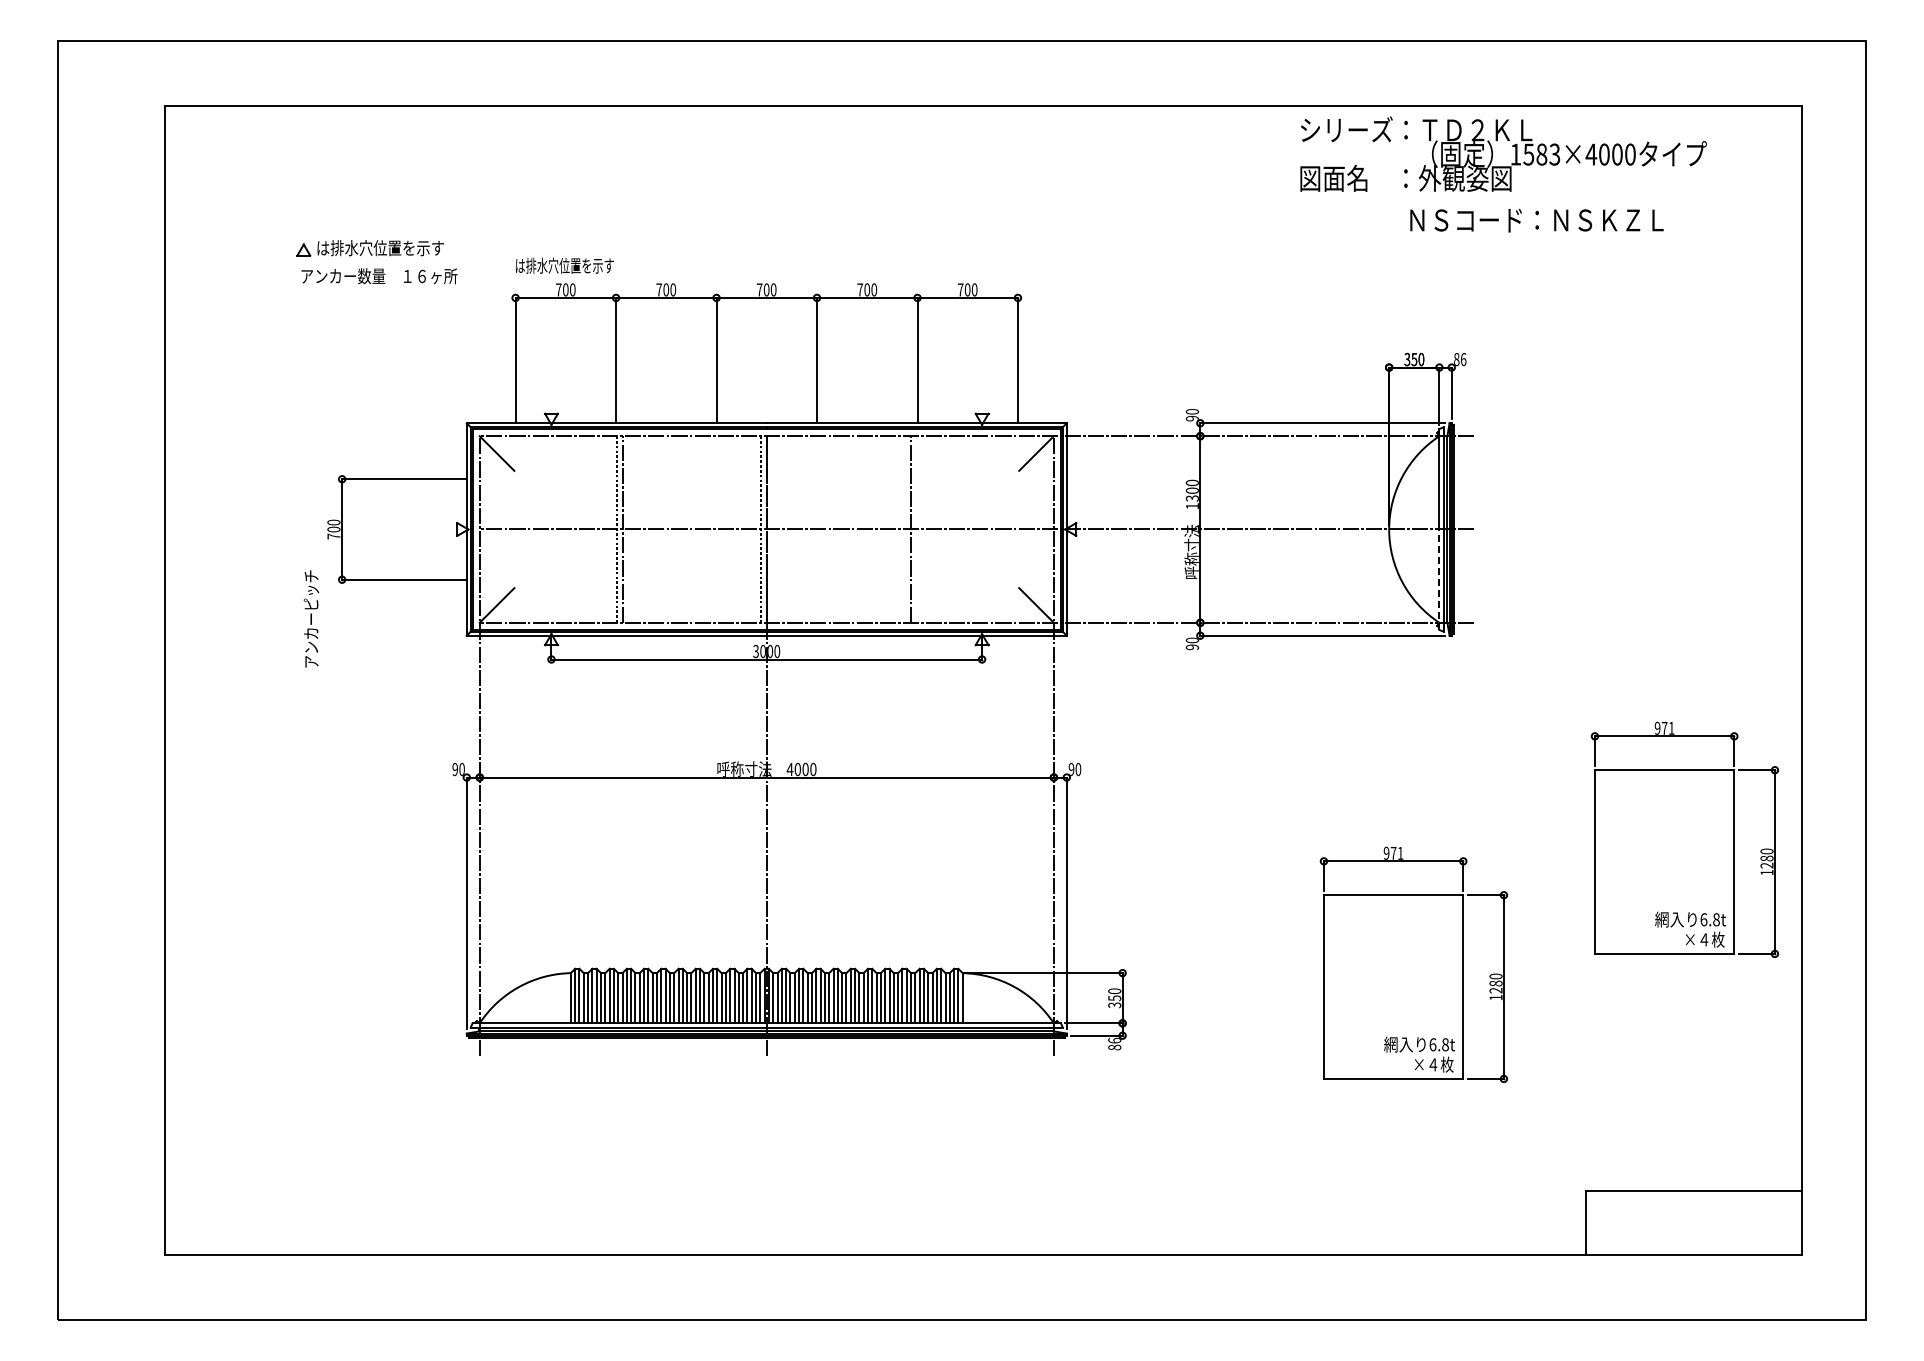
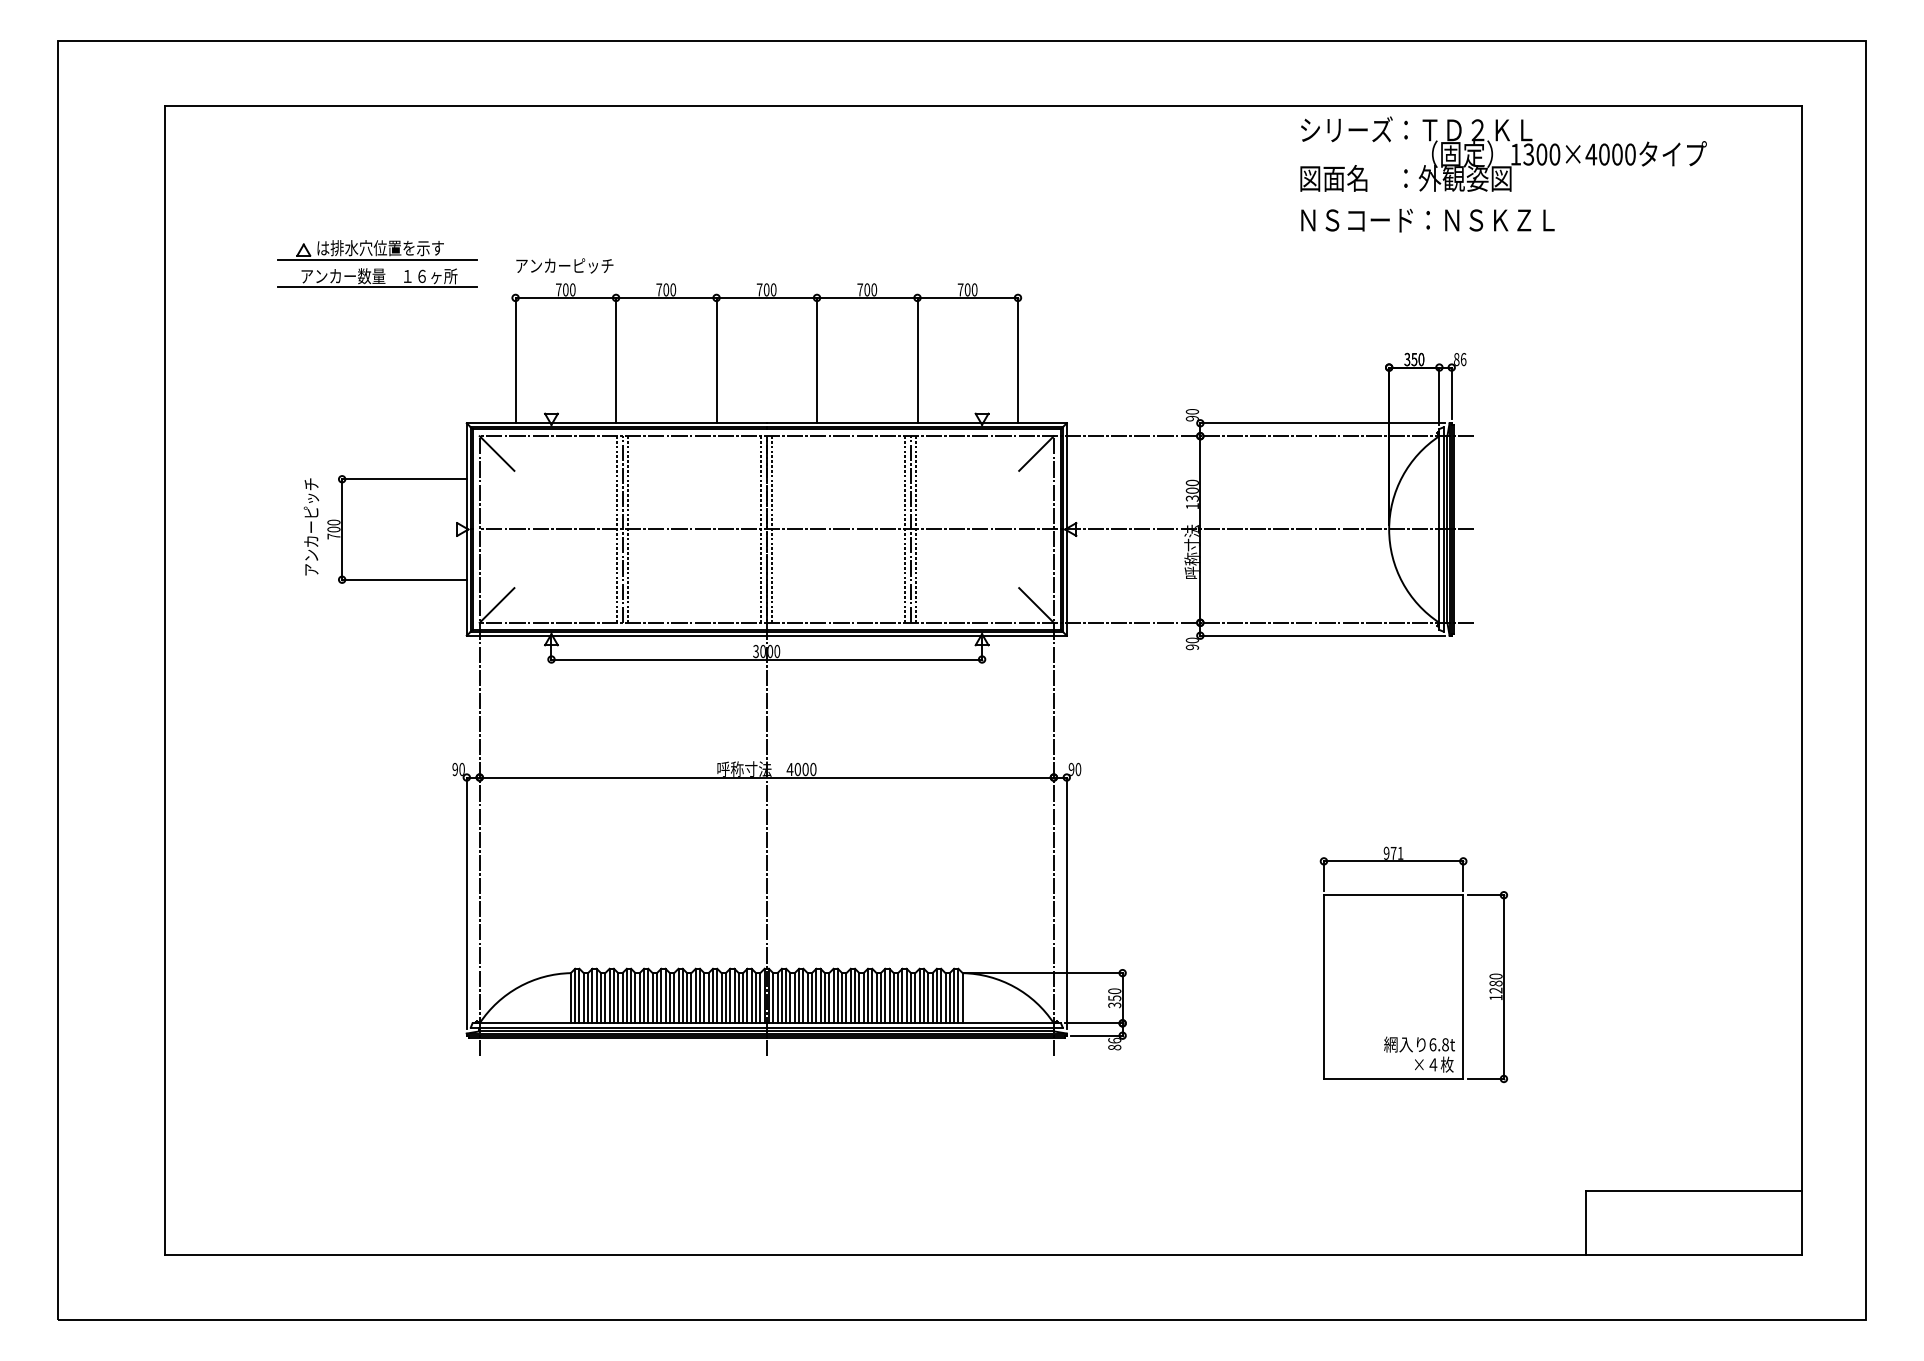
text at (1542, 154): 1583×4000 -> 1300×4000
text at (1536, 220) position: (1536, 220) -> (1427, 220)
line at (376, 259): none -> present
text at (564, 265): は排水穴位置を示す -> アンカーピッチ
line at (376, 286): none -> present
line at (628, 529): none -> present
line at (772, 529): none -> present
line at (905, 529): none -> present
line at (916, 529): none -> present
line at (1439, 579): dashed -> solid
text at (311, 618) position: (311, 618) -> (311, 526)
part at (1684, 839): present -> none
